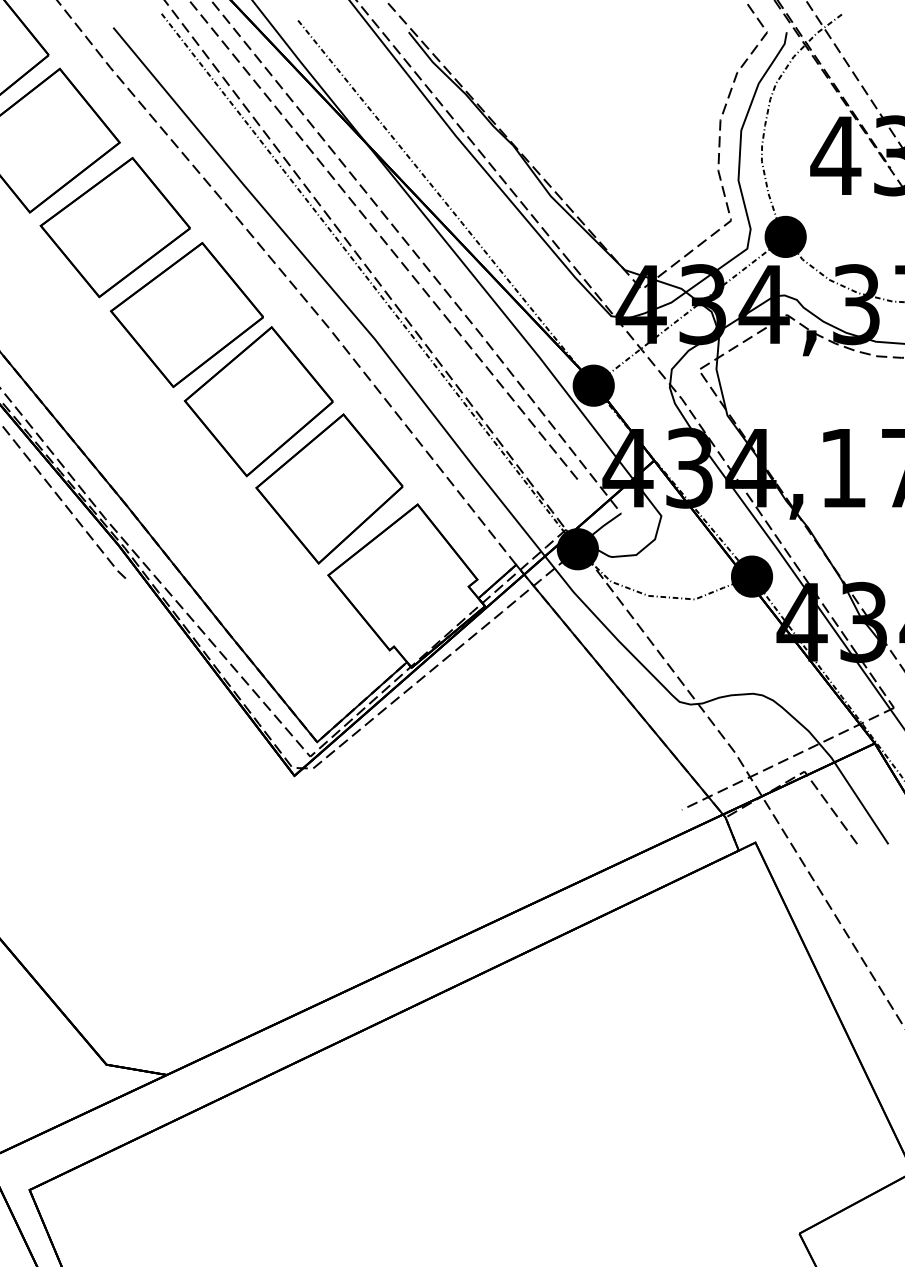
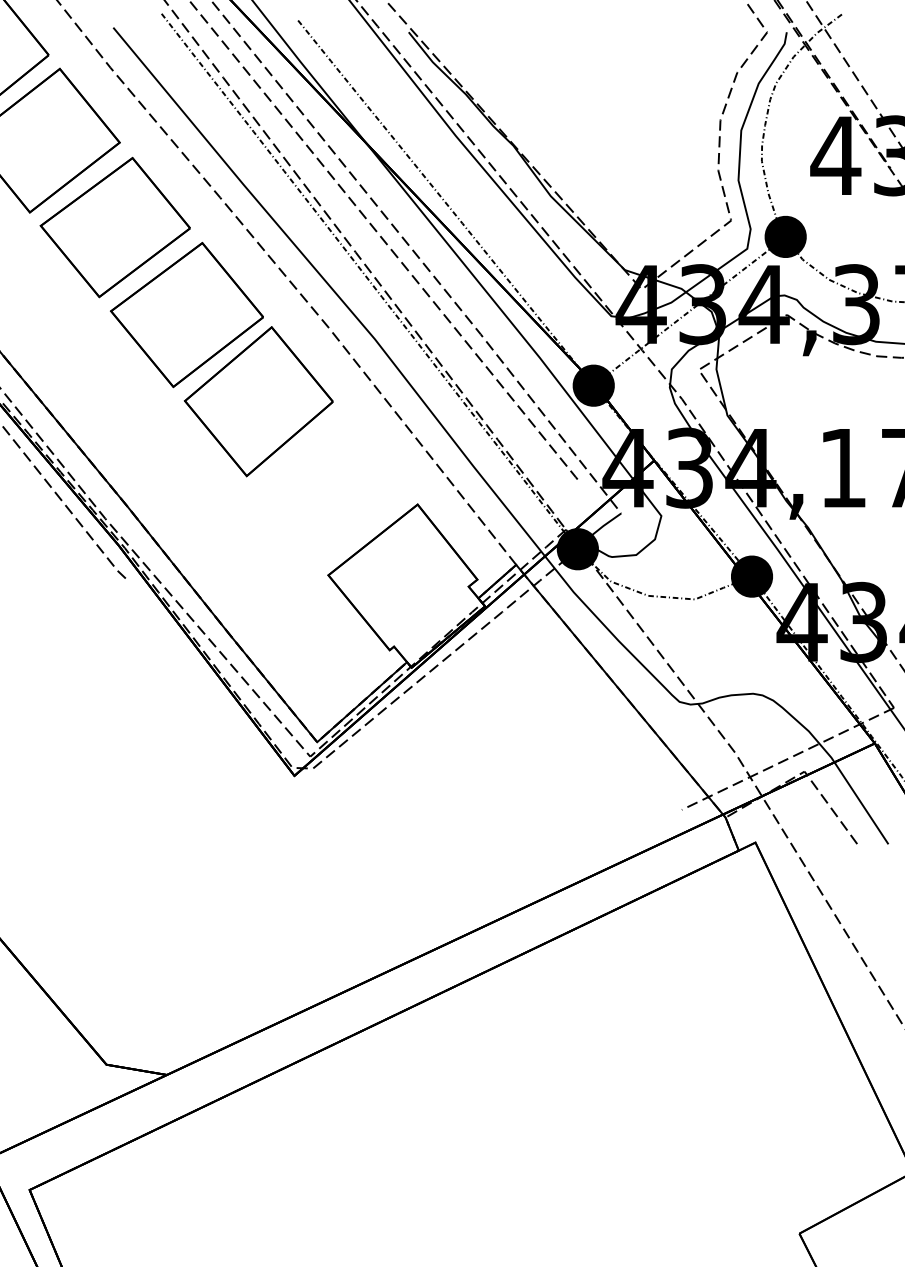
part at (329, 488): present -> none
